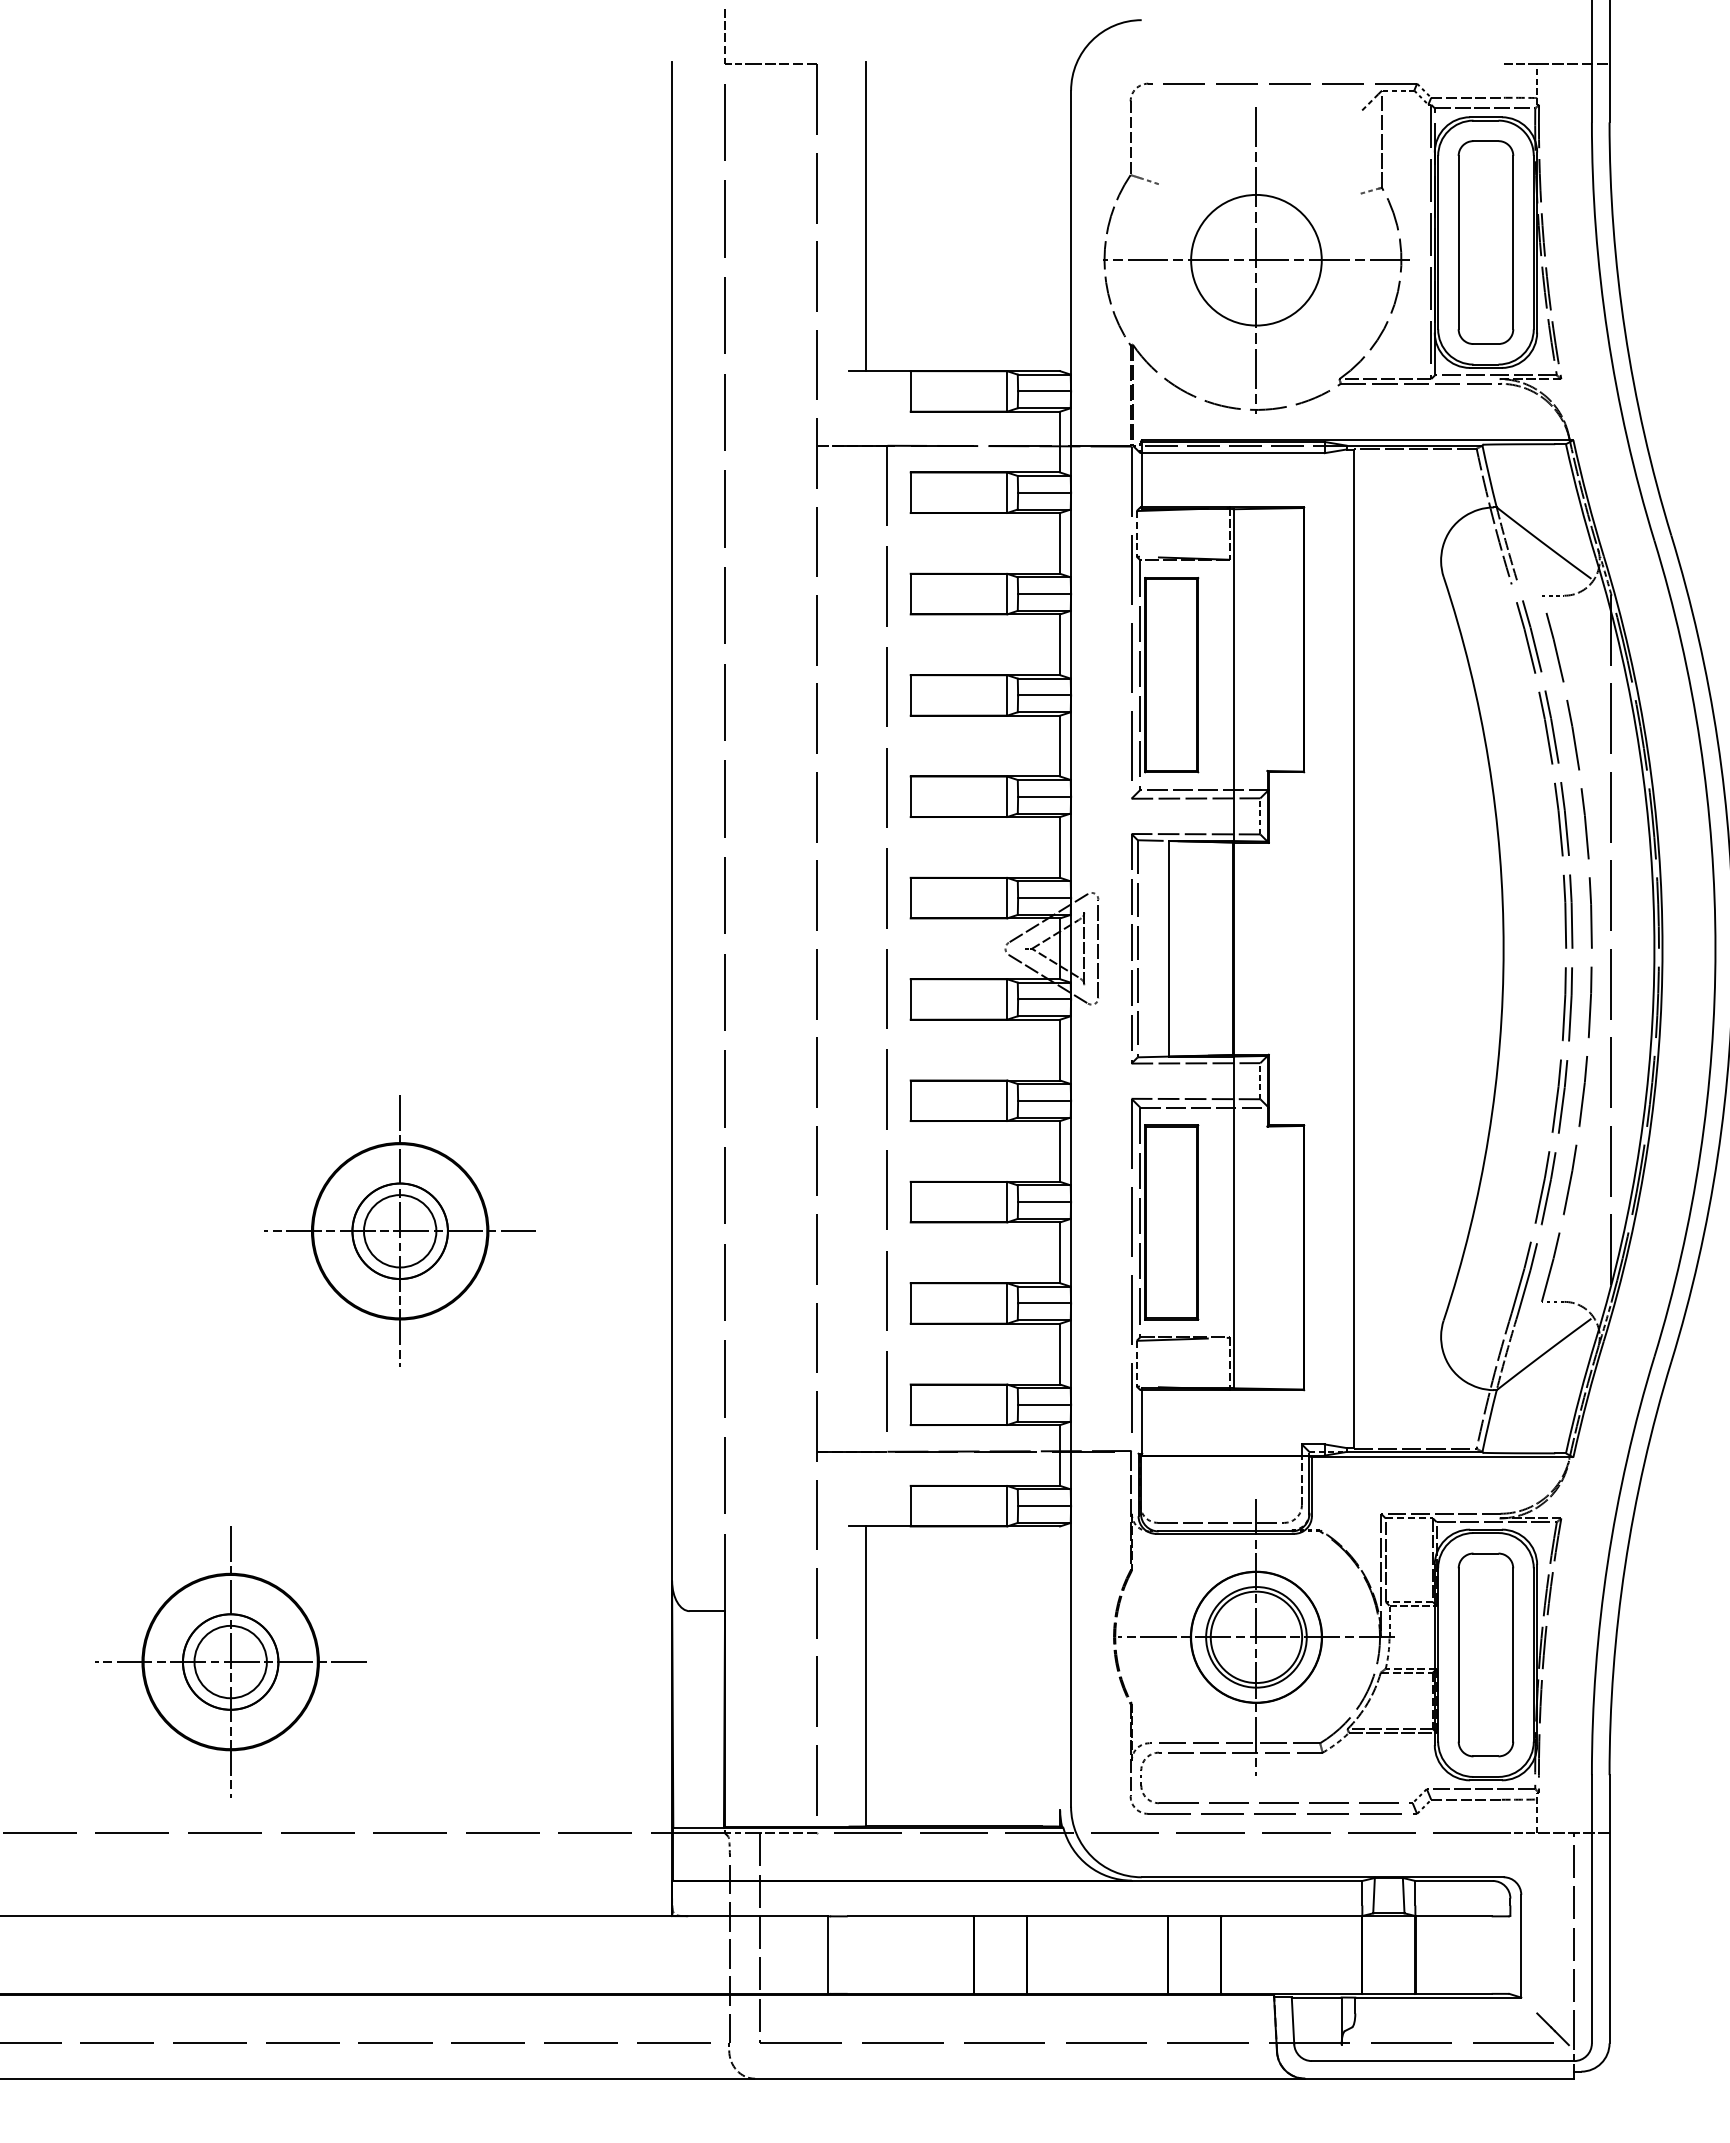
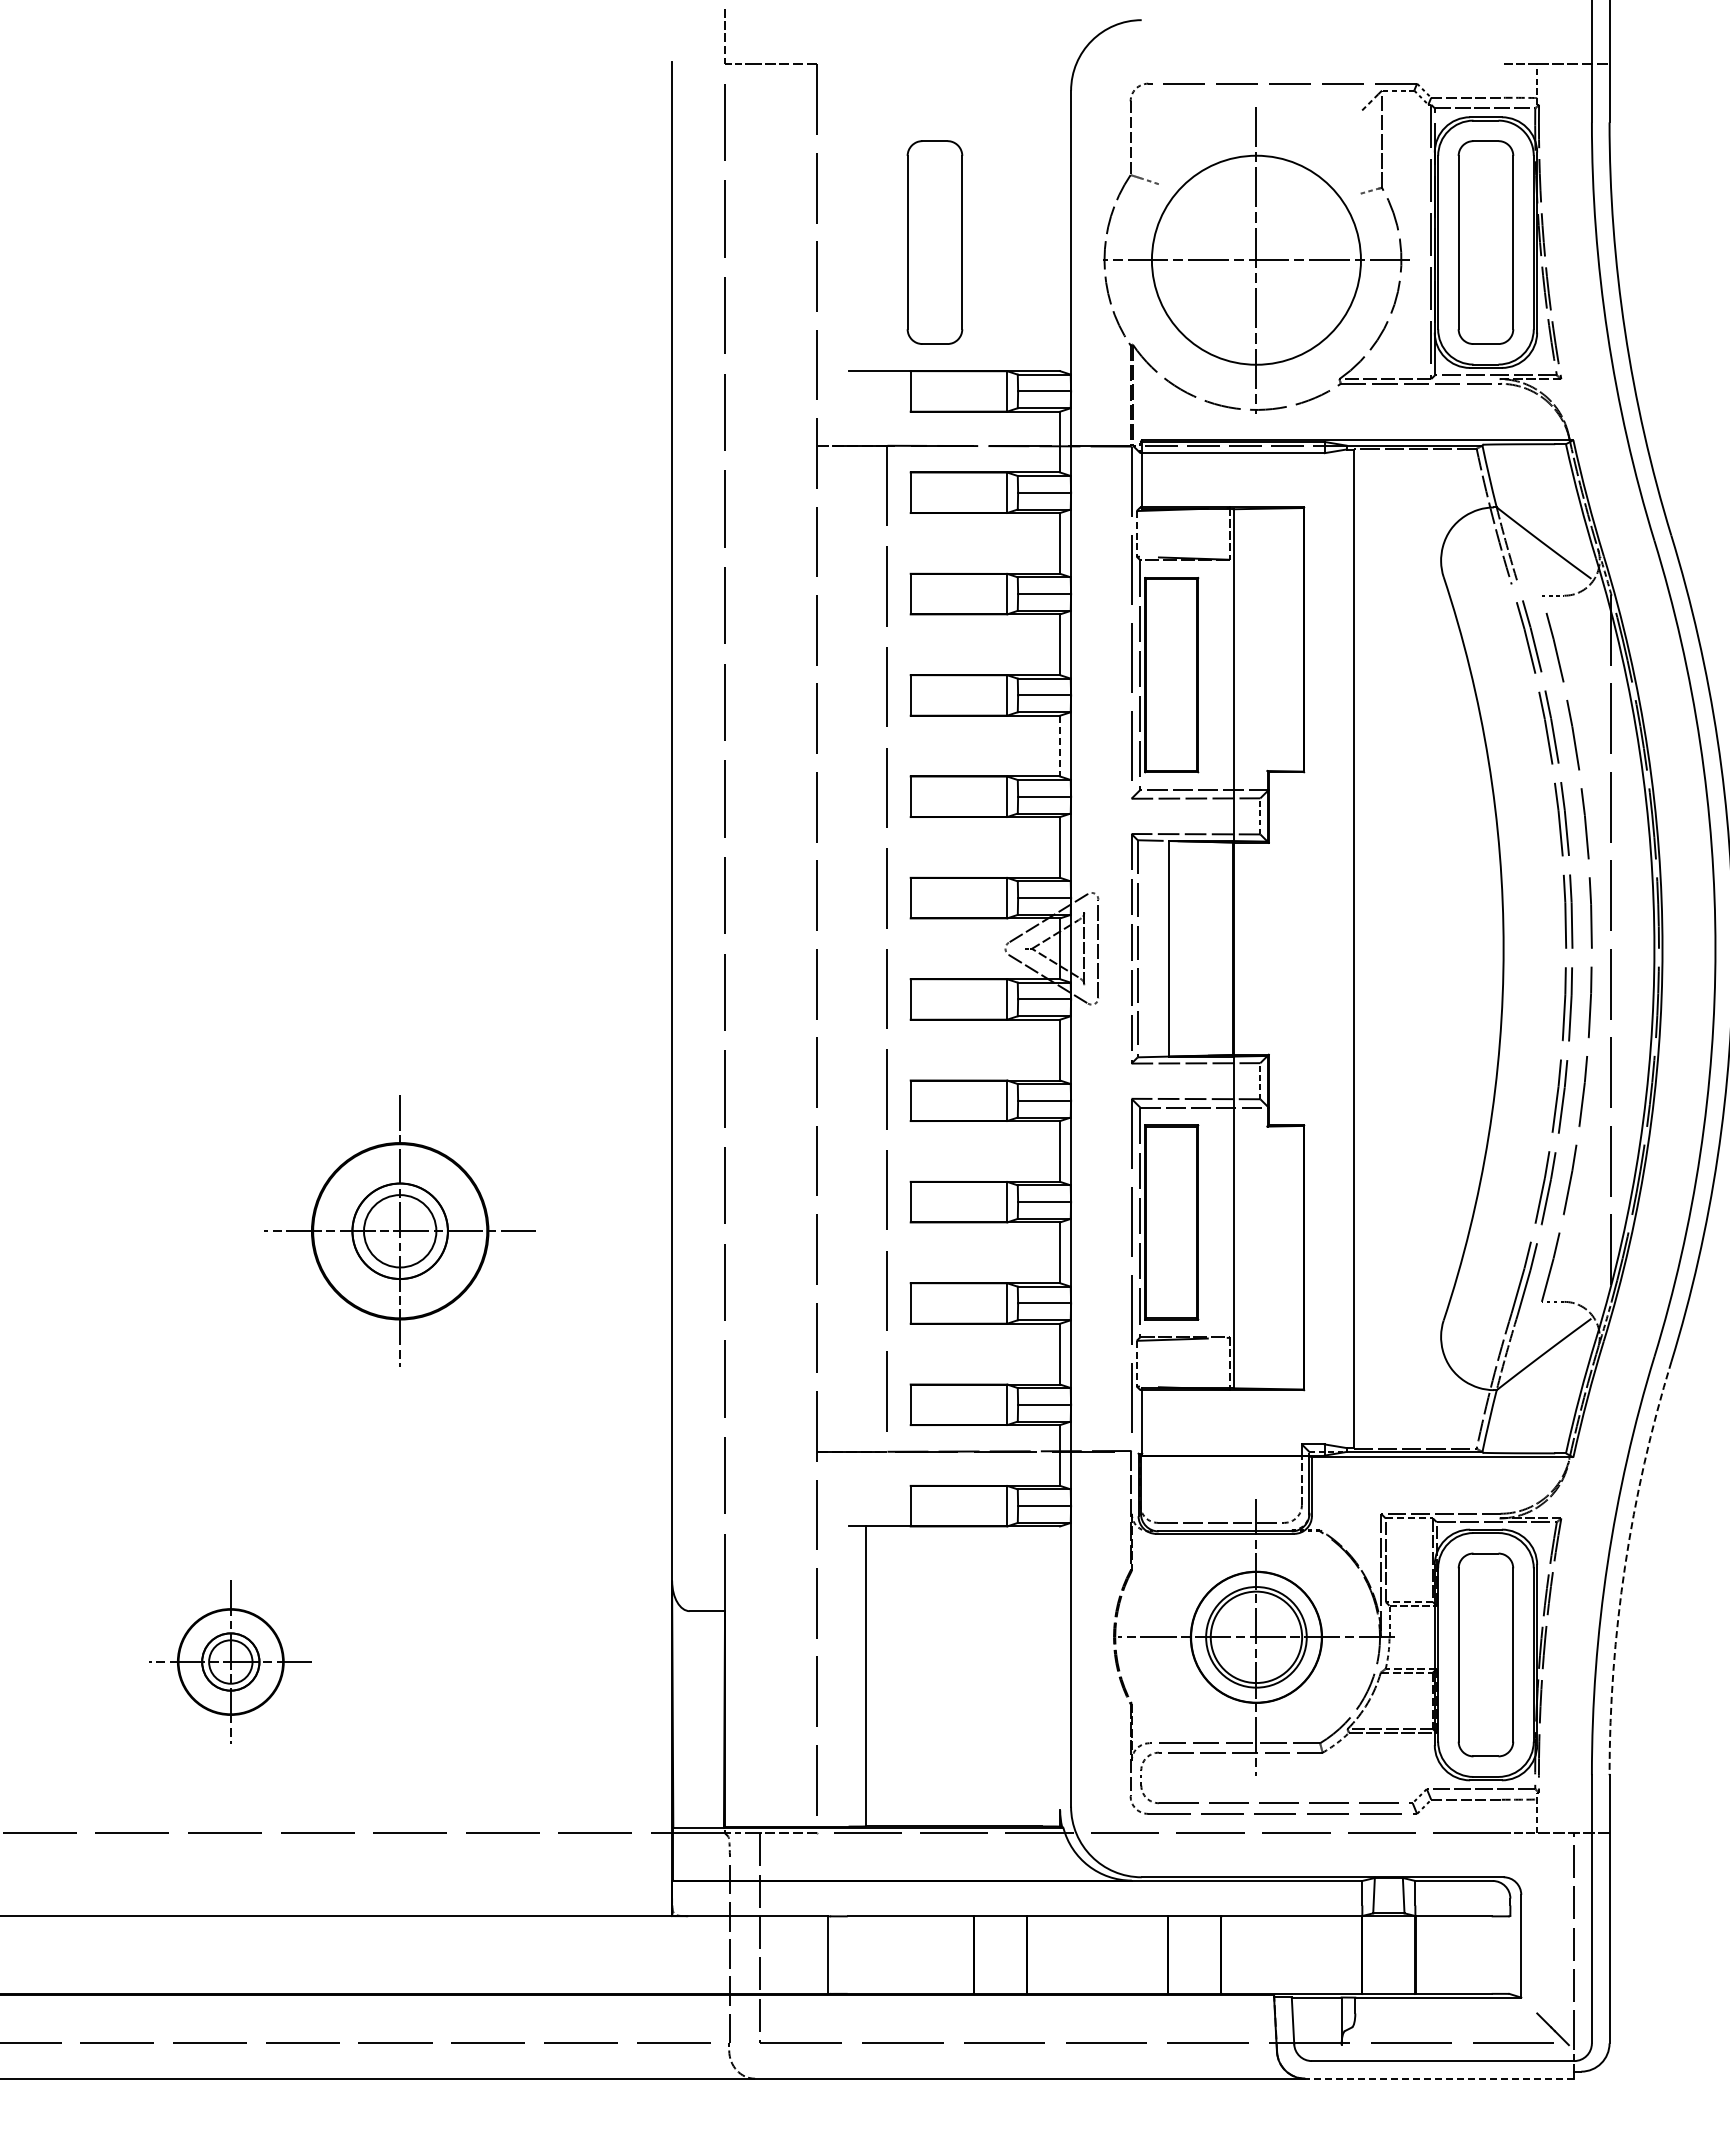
line at (866, 216): present -> none
part at (934, 242): none -> present
circle at (1256, 259) diameter: 131 px -> 209 px
line at (1060, 746): solid -> dashed
arc at (1625, 1566): solid -> dashed
part at (230, 1661) size: 272x272 px -> 163x164 px
line at (1439, 2078): solid -> dashed
